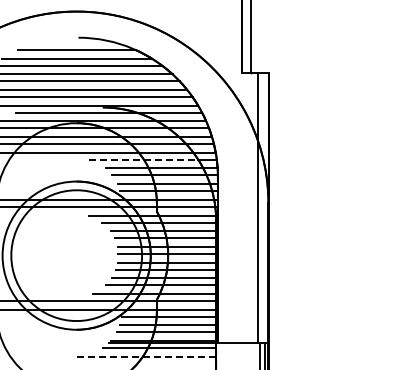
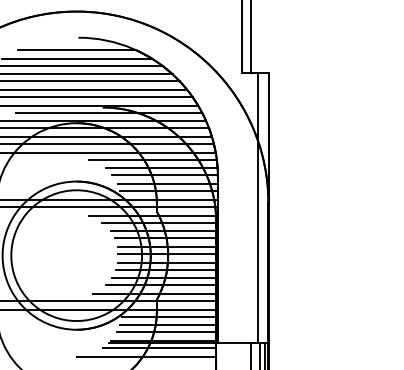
line at (143, 159): dashed -> solid
line at (250, 354): none -> present
line at (146, 356): dashed -> solid
